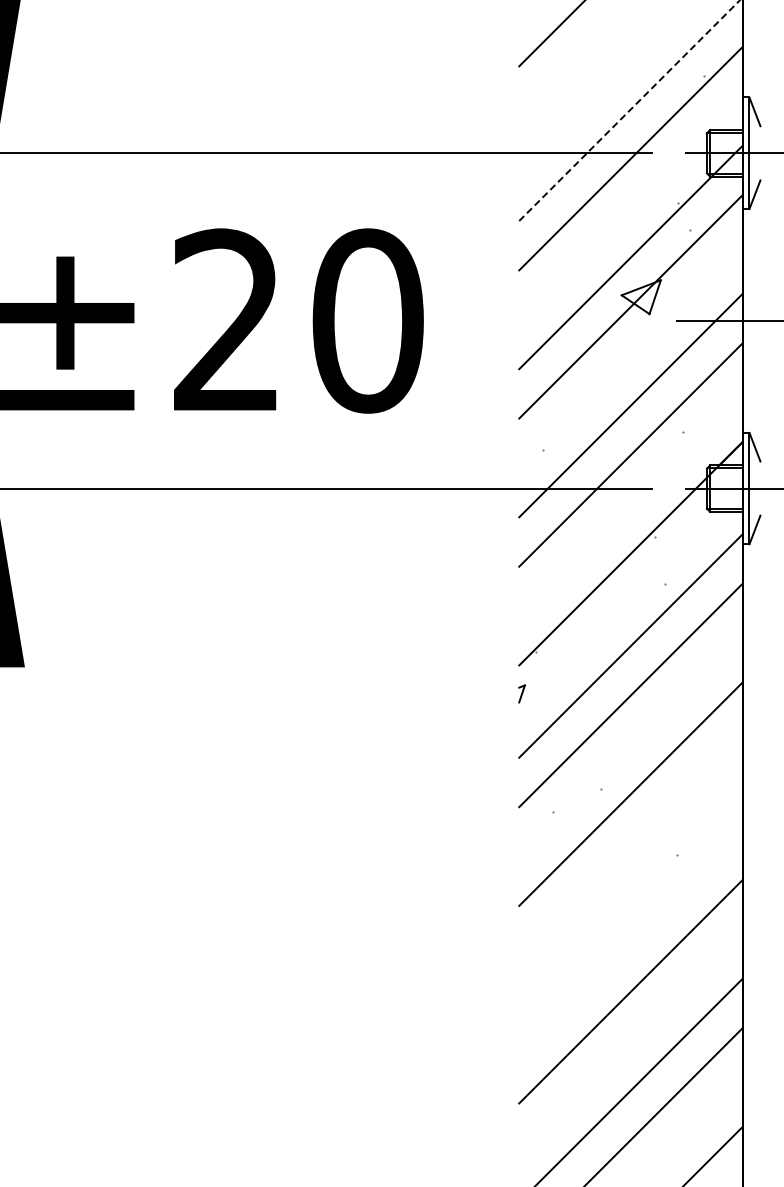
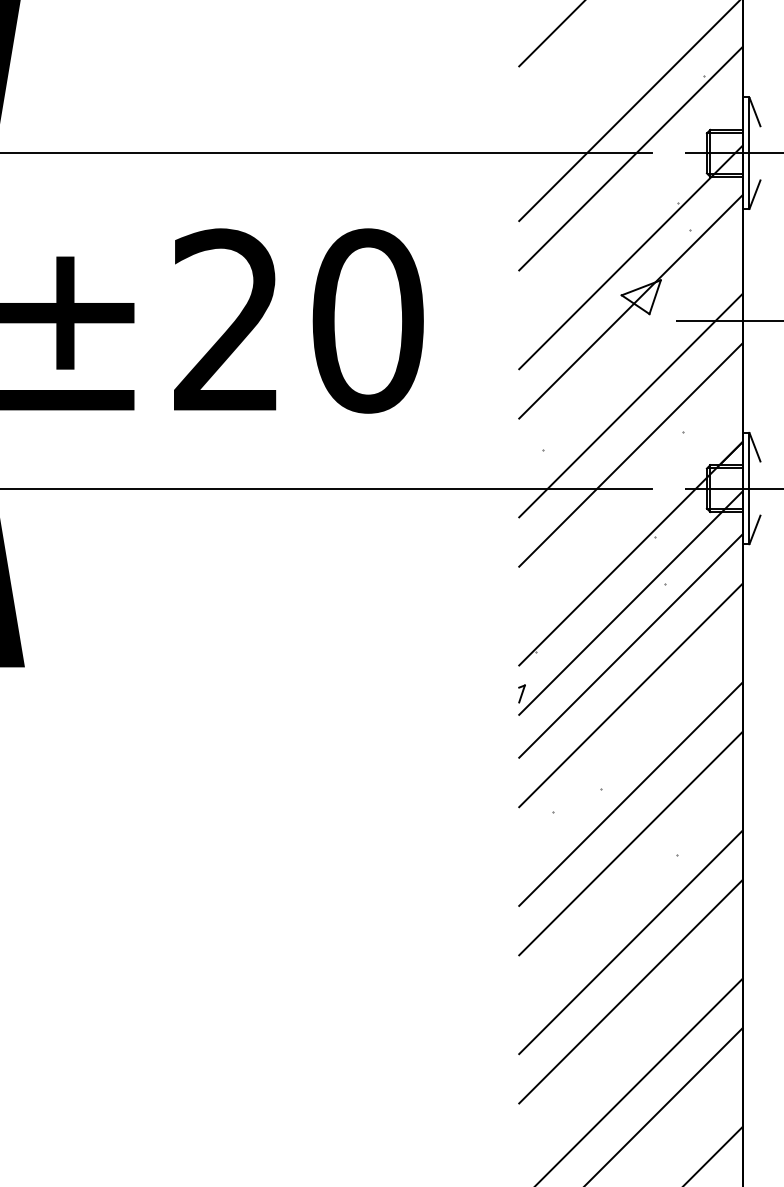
line at (629, 110): dashed -> solid
line at (630, 602): none -> present
line at (630, 843): none -> present
line at (630, 942): none -> present
